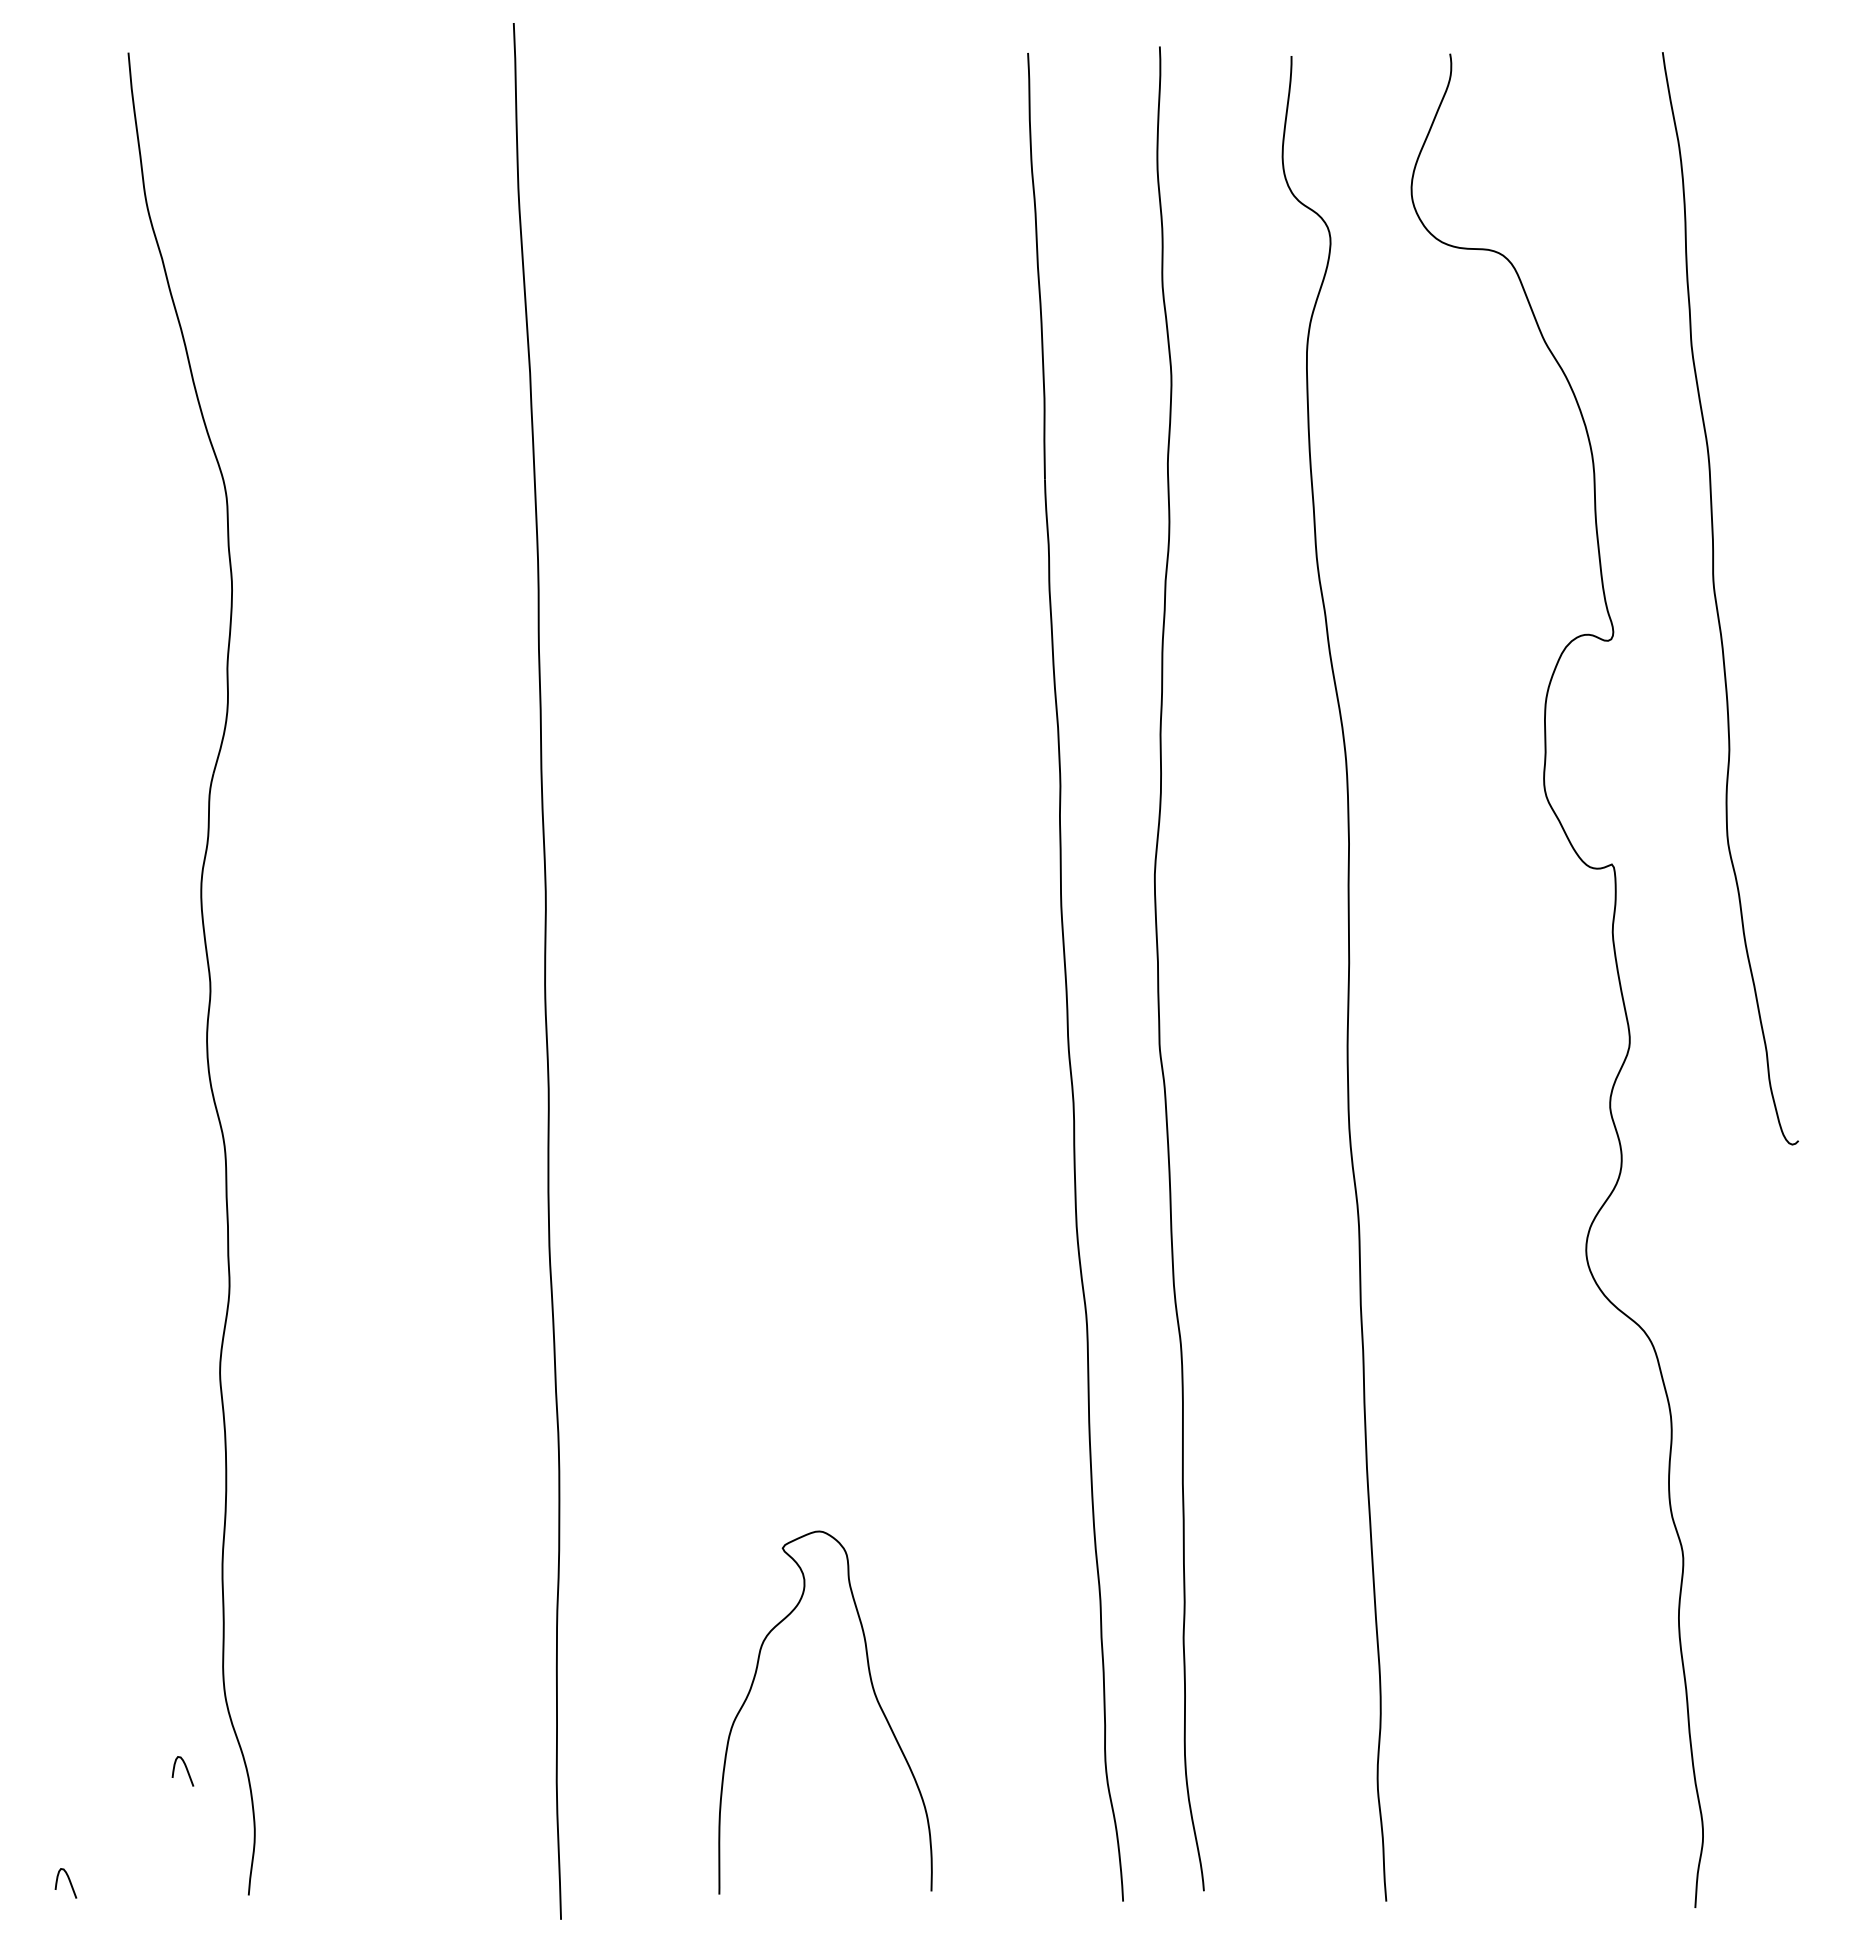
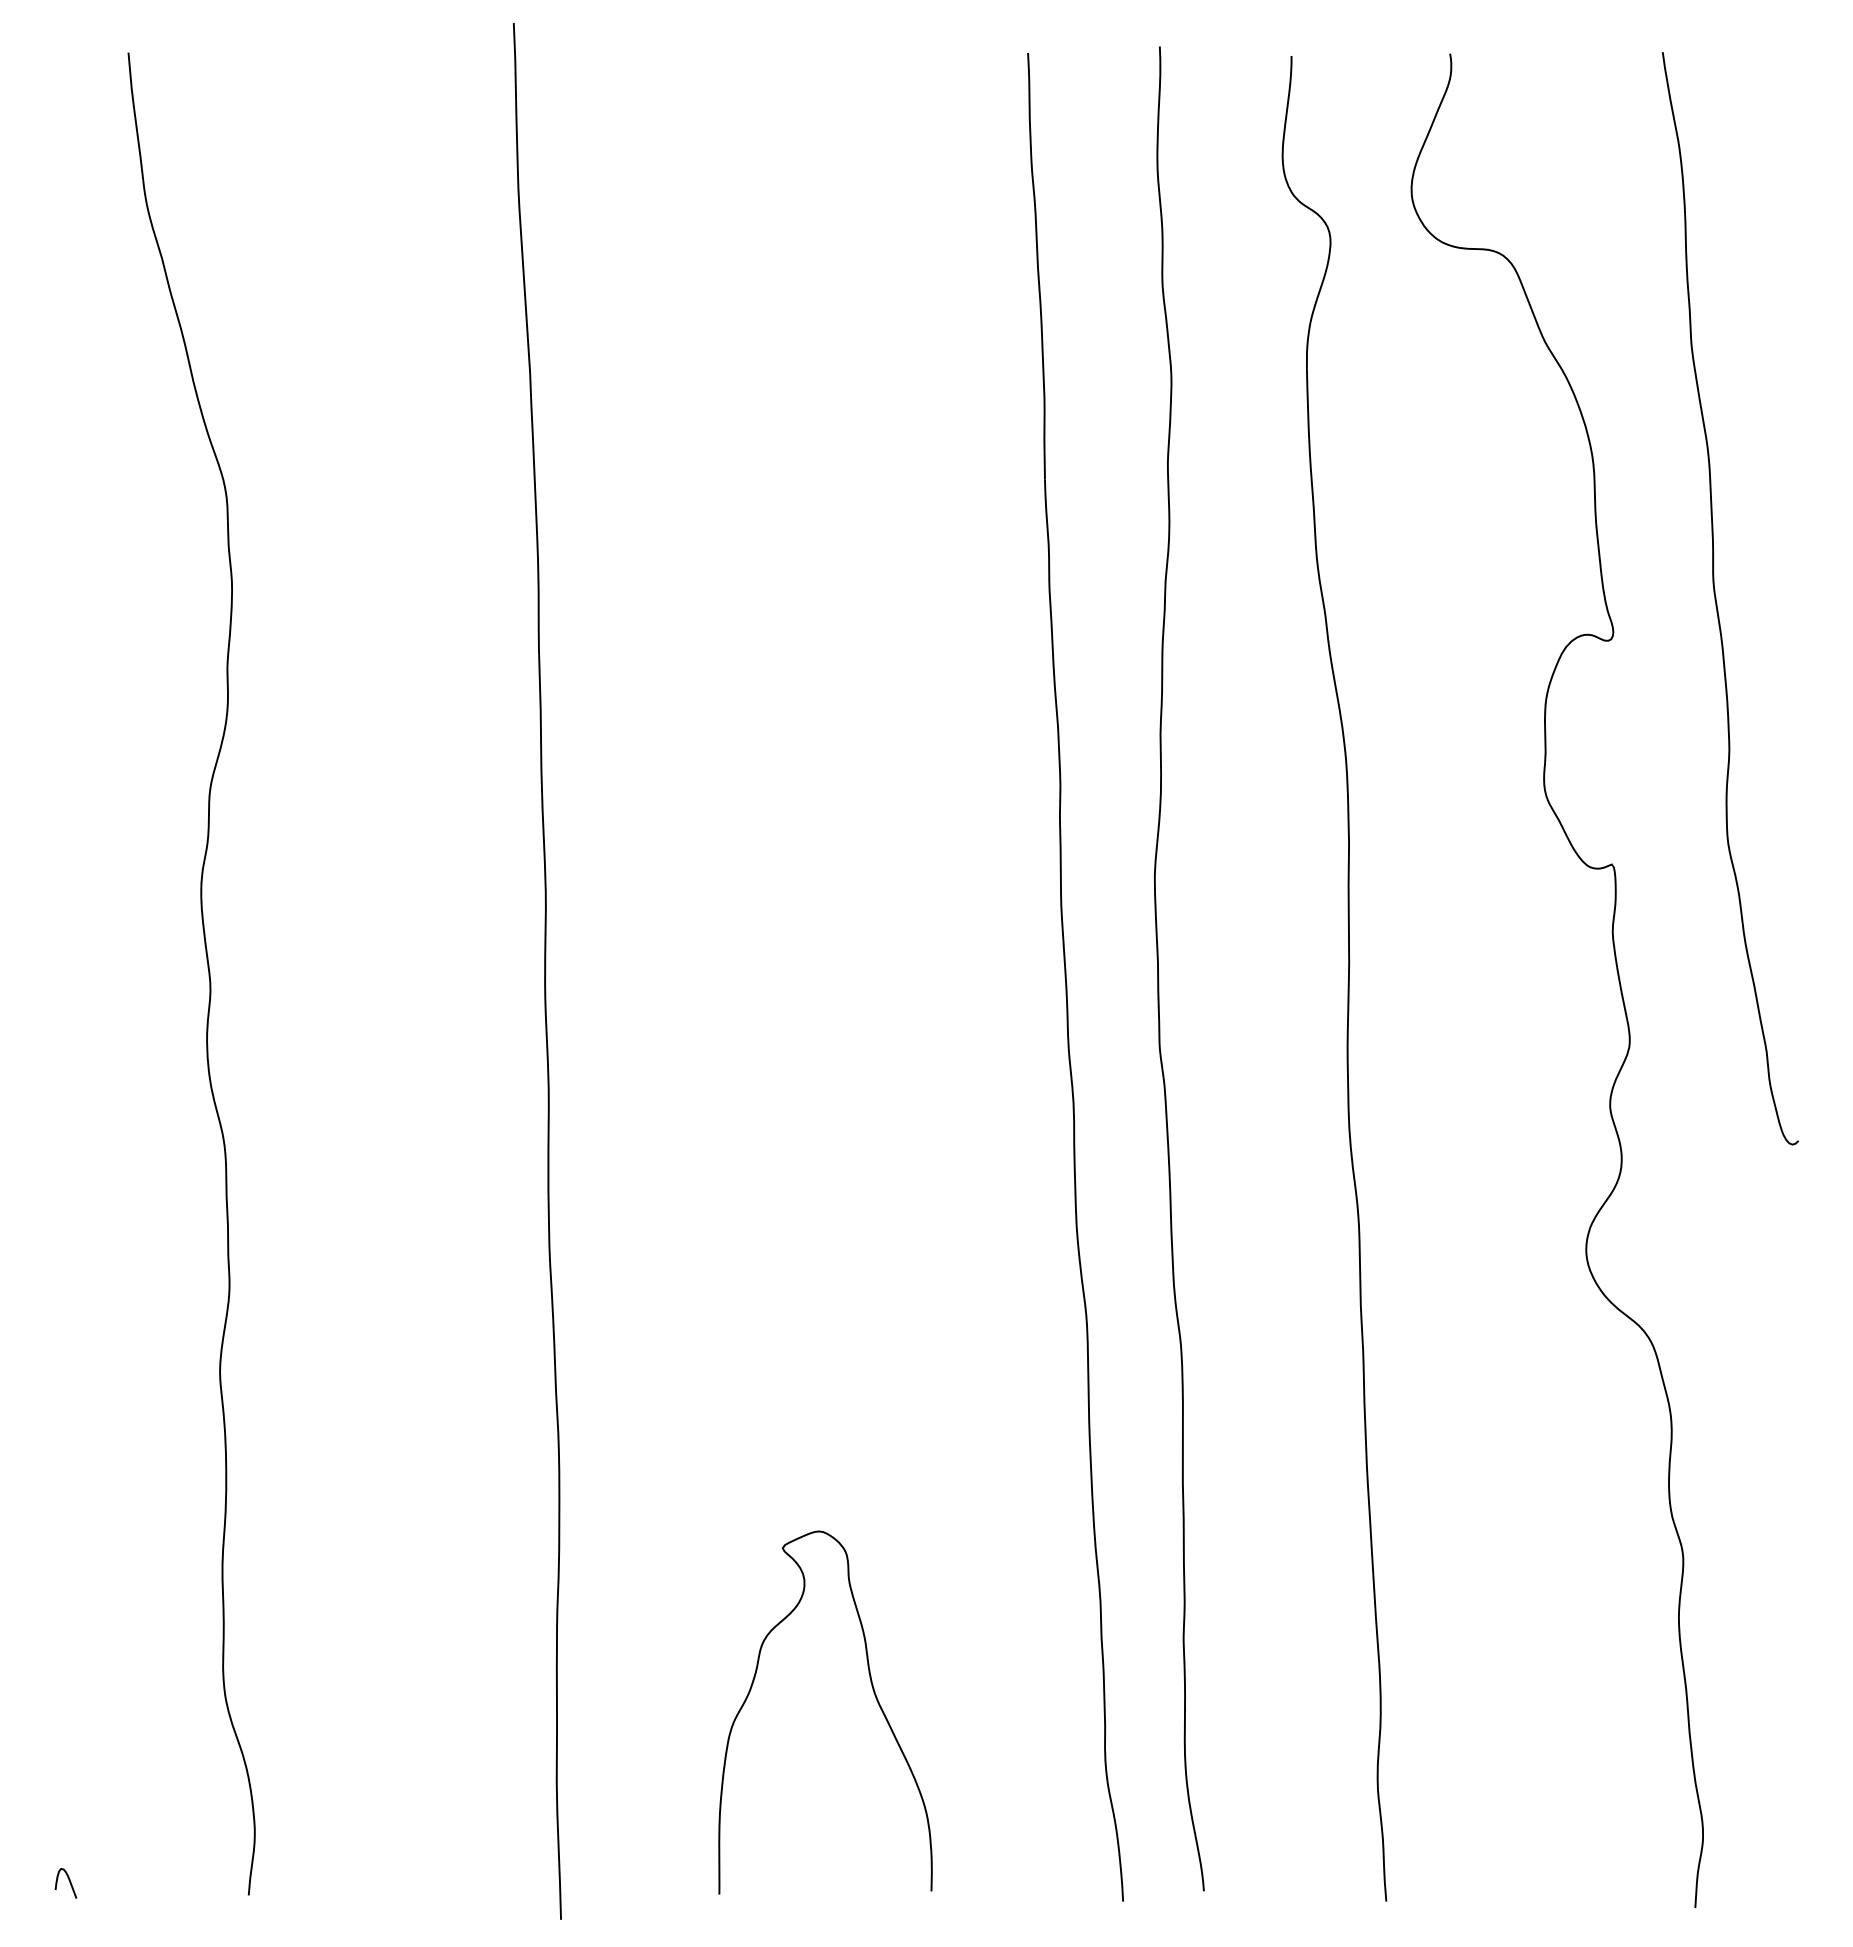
curve at (186, 1771): present -> none
